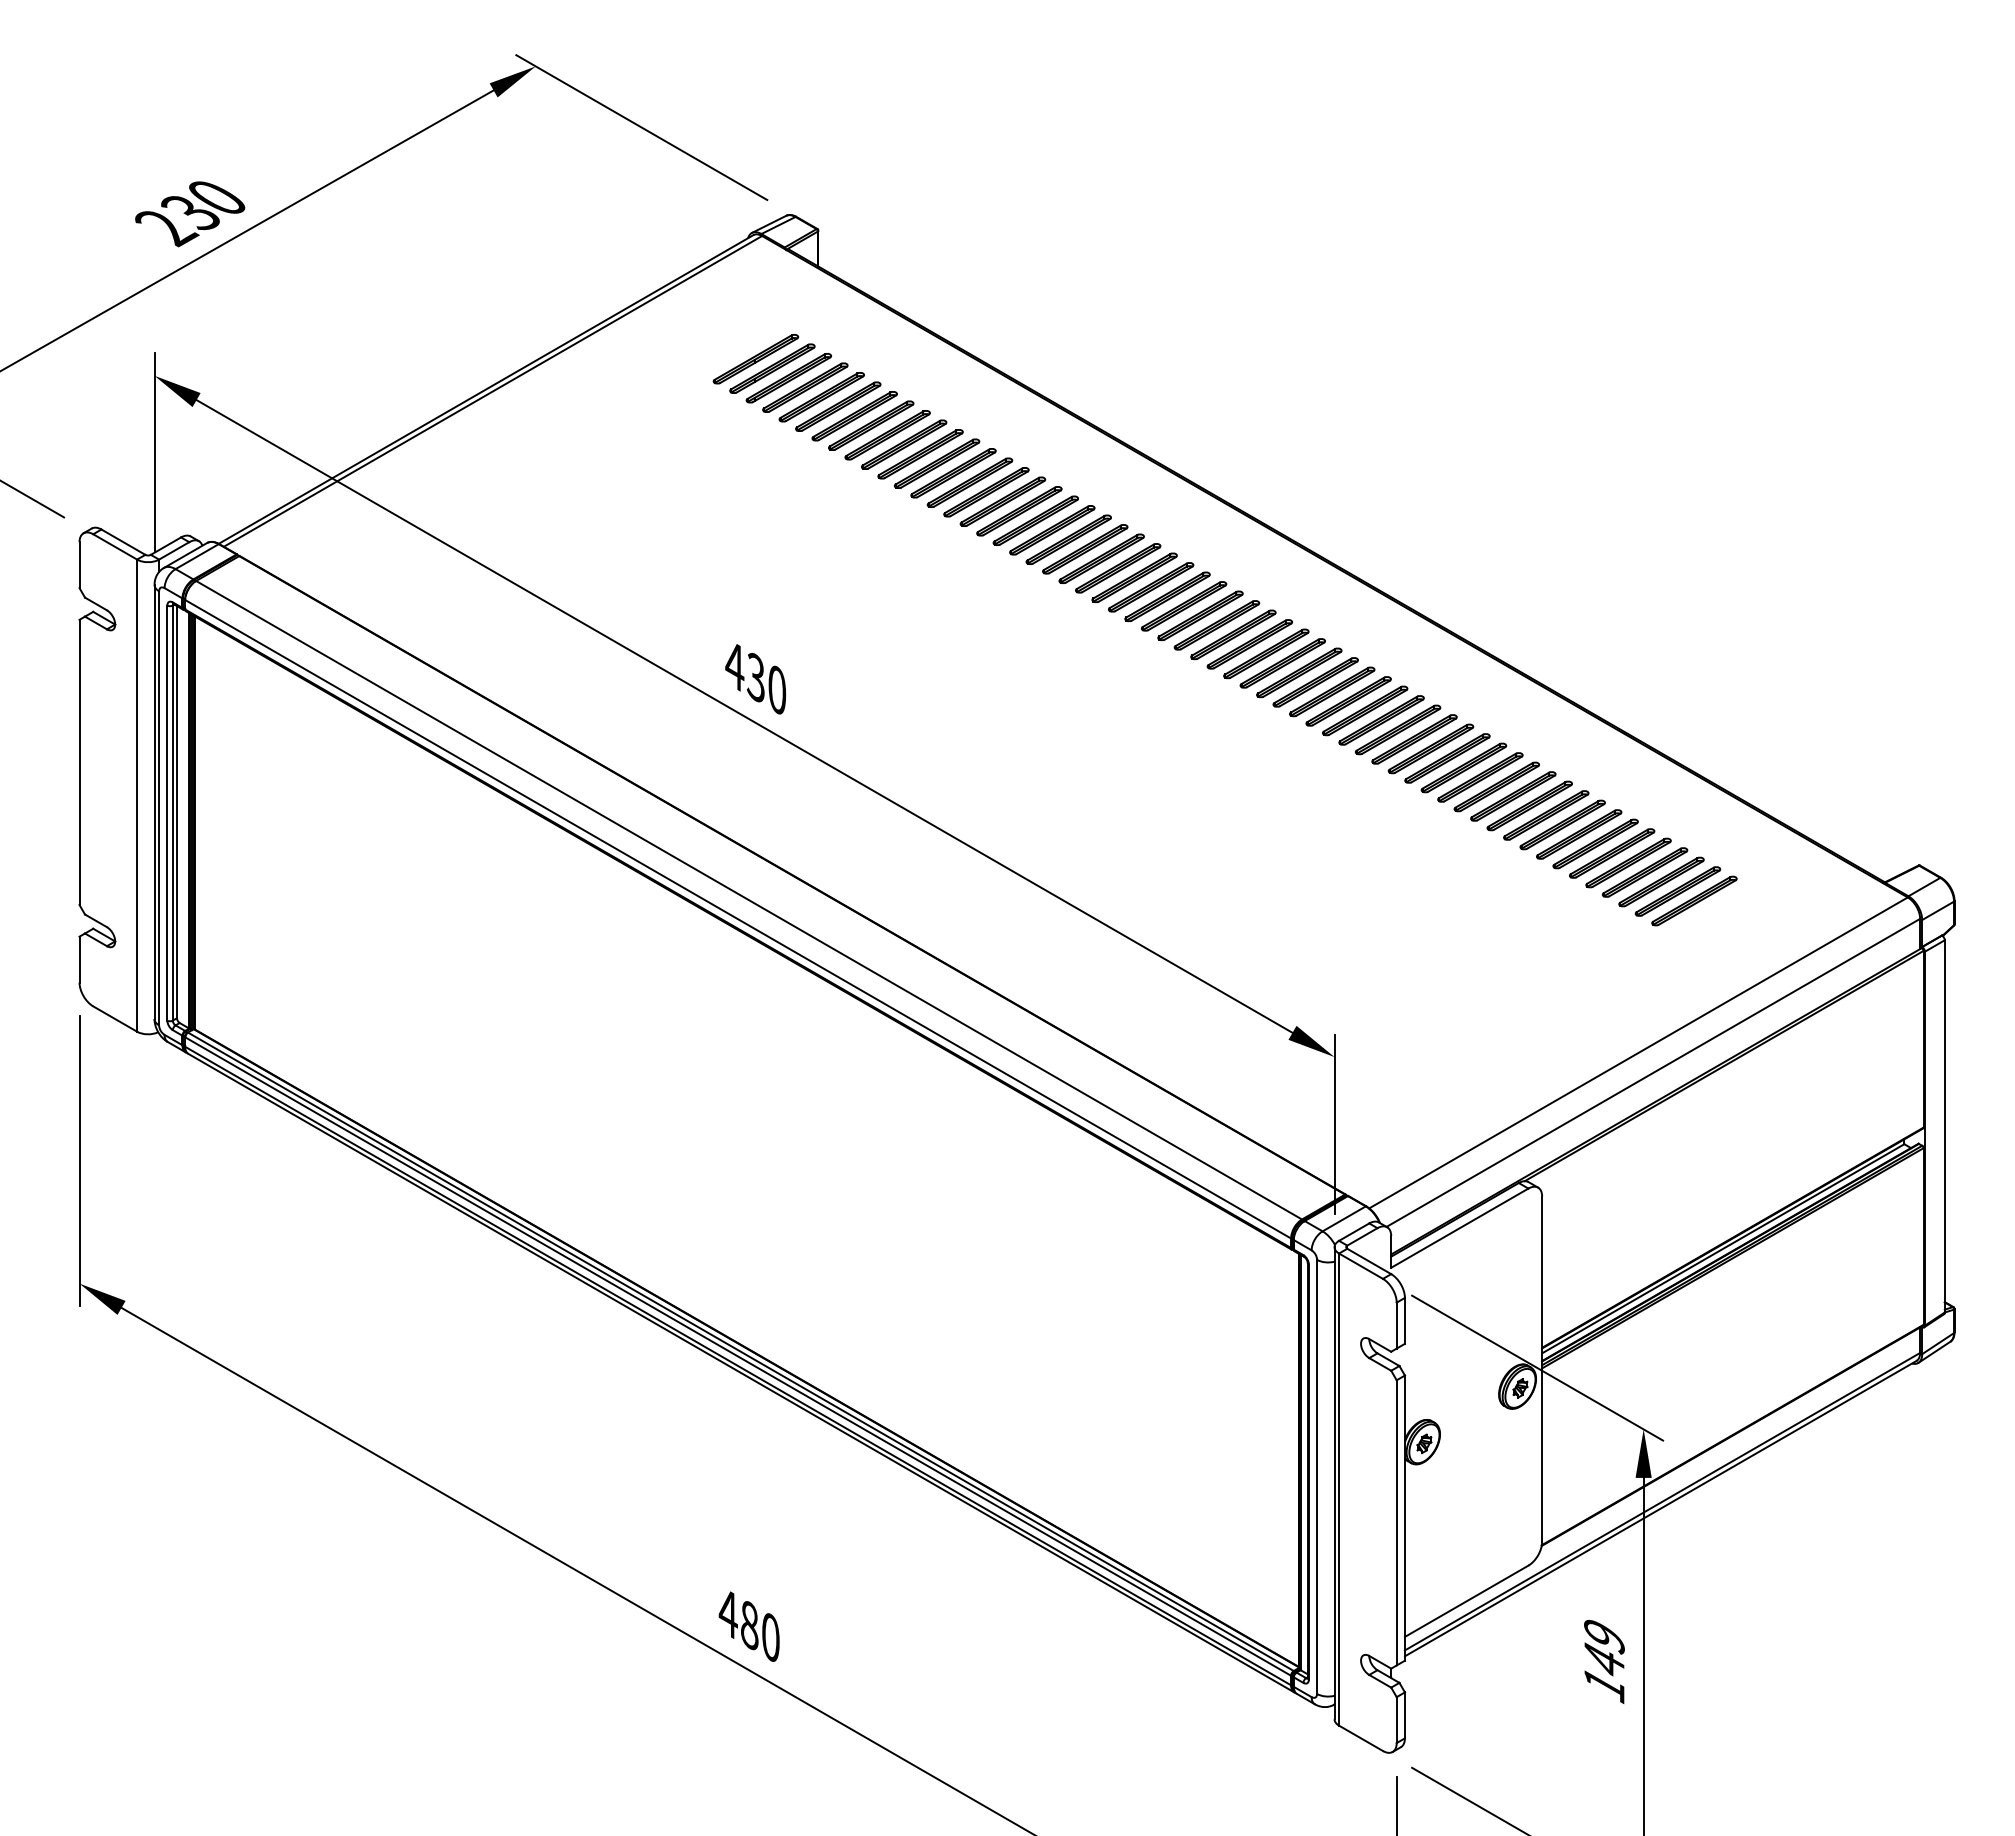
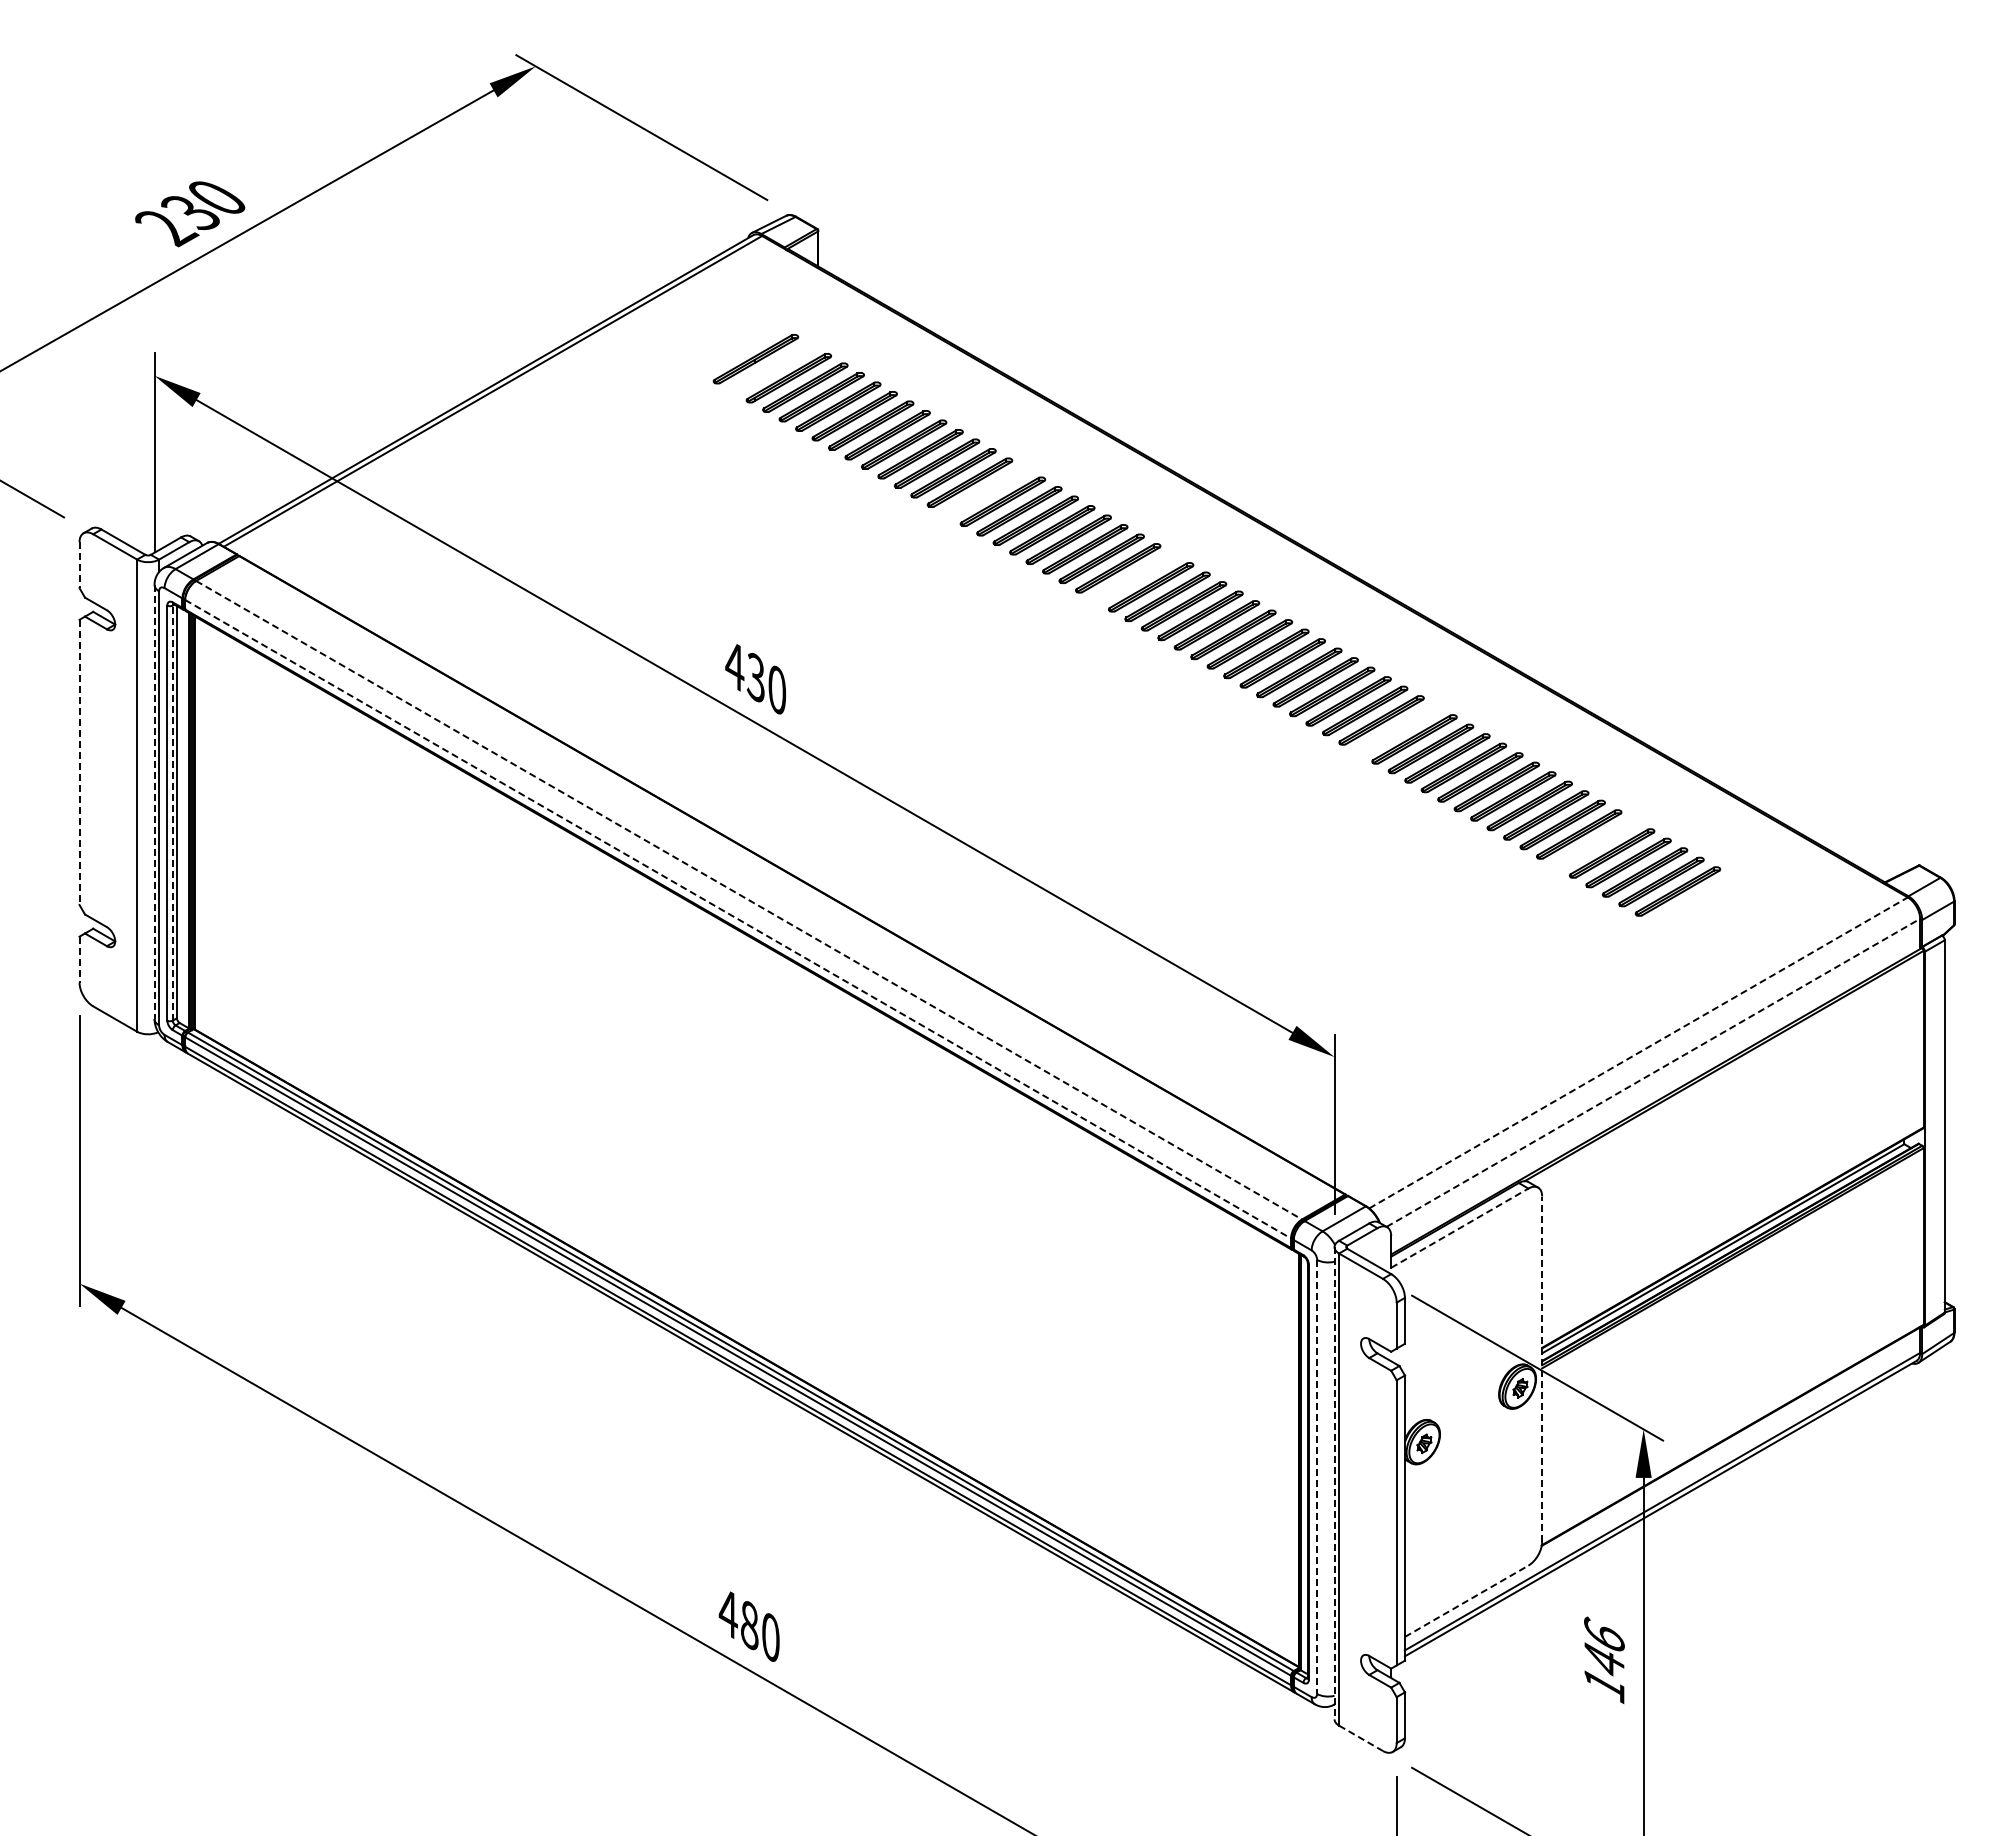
part at (772, 368): present -> none
part at (986, 492): present -> none
line at (79, 565): solid -> dashed
part at (1134, 577): present -> none
part at (1398, 729): present -> none
line at (79, 762): solid -> dashed
line at (154, 802): solid -> dashed
line at (172, 813): solid -> dashed
part at (1595, 843): present -> none
line at (749, 900): solid -> dashed
part at (1694, 900): present -> none
line at (738, 919): solid -> dashed
line at (79, 959): solid -> dashed
line at (1638, 1052): solid -> dashed
line at (1653, 1072): solid -> dashed
line at (1460, 1227): solid -> dashed
line at (1542, 1369): solid -> dashed
line at (1317, 1477): solid -> dashed
line at (1334, 1483): solid -> dashed
line at (1467, 1601): solid -> dashed
text at (1604, 1635): 149 -> 146
line at (1361, 1738): solid -> dashed
